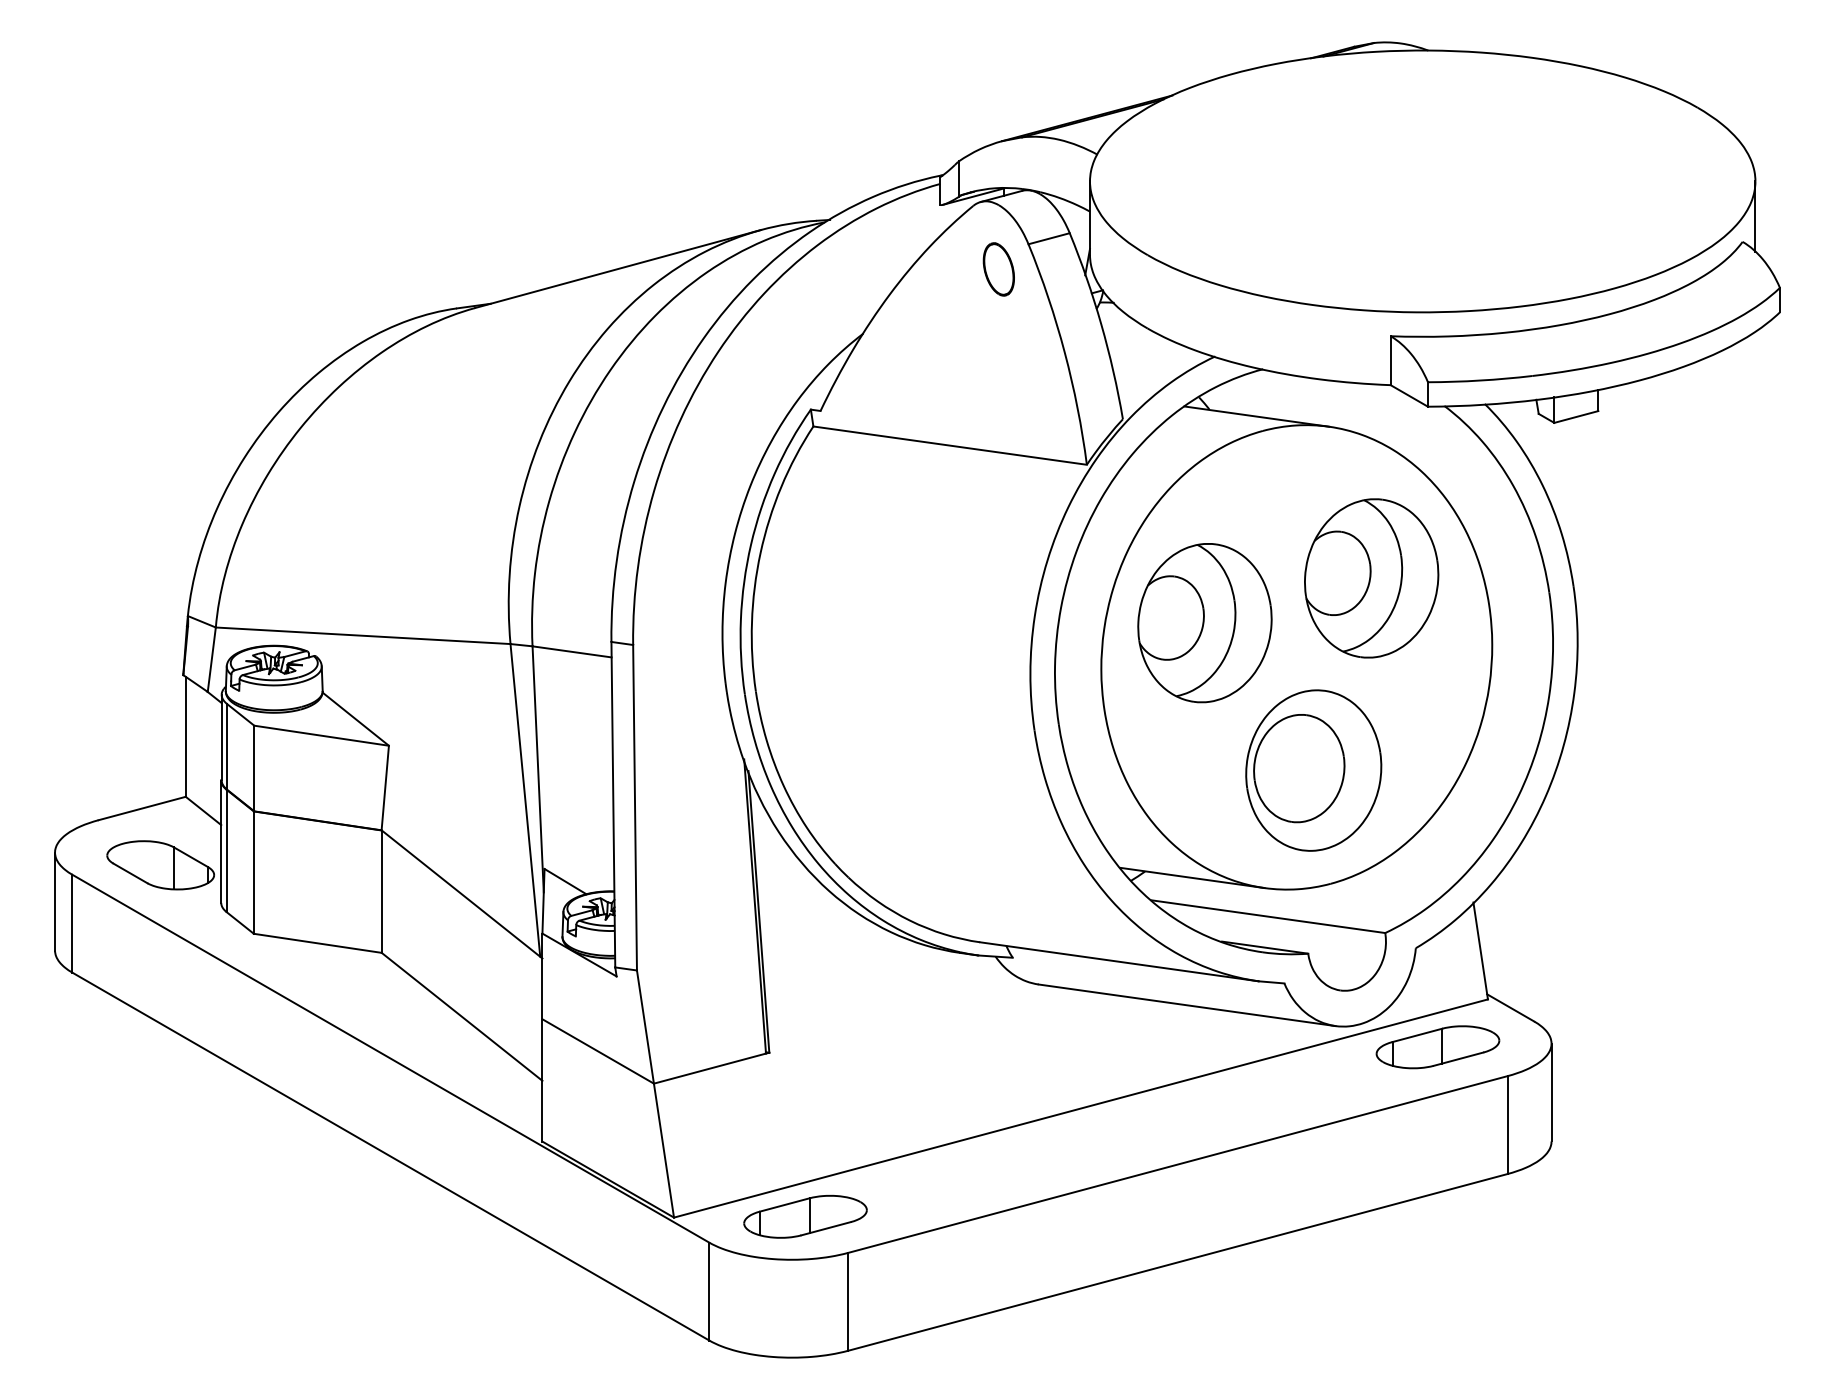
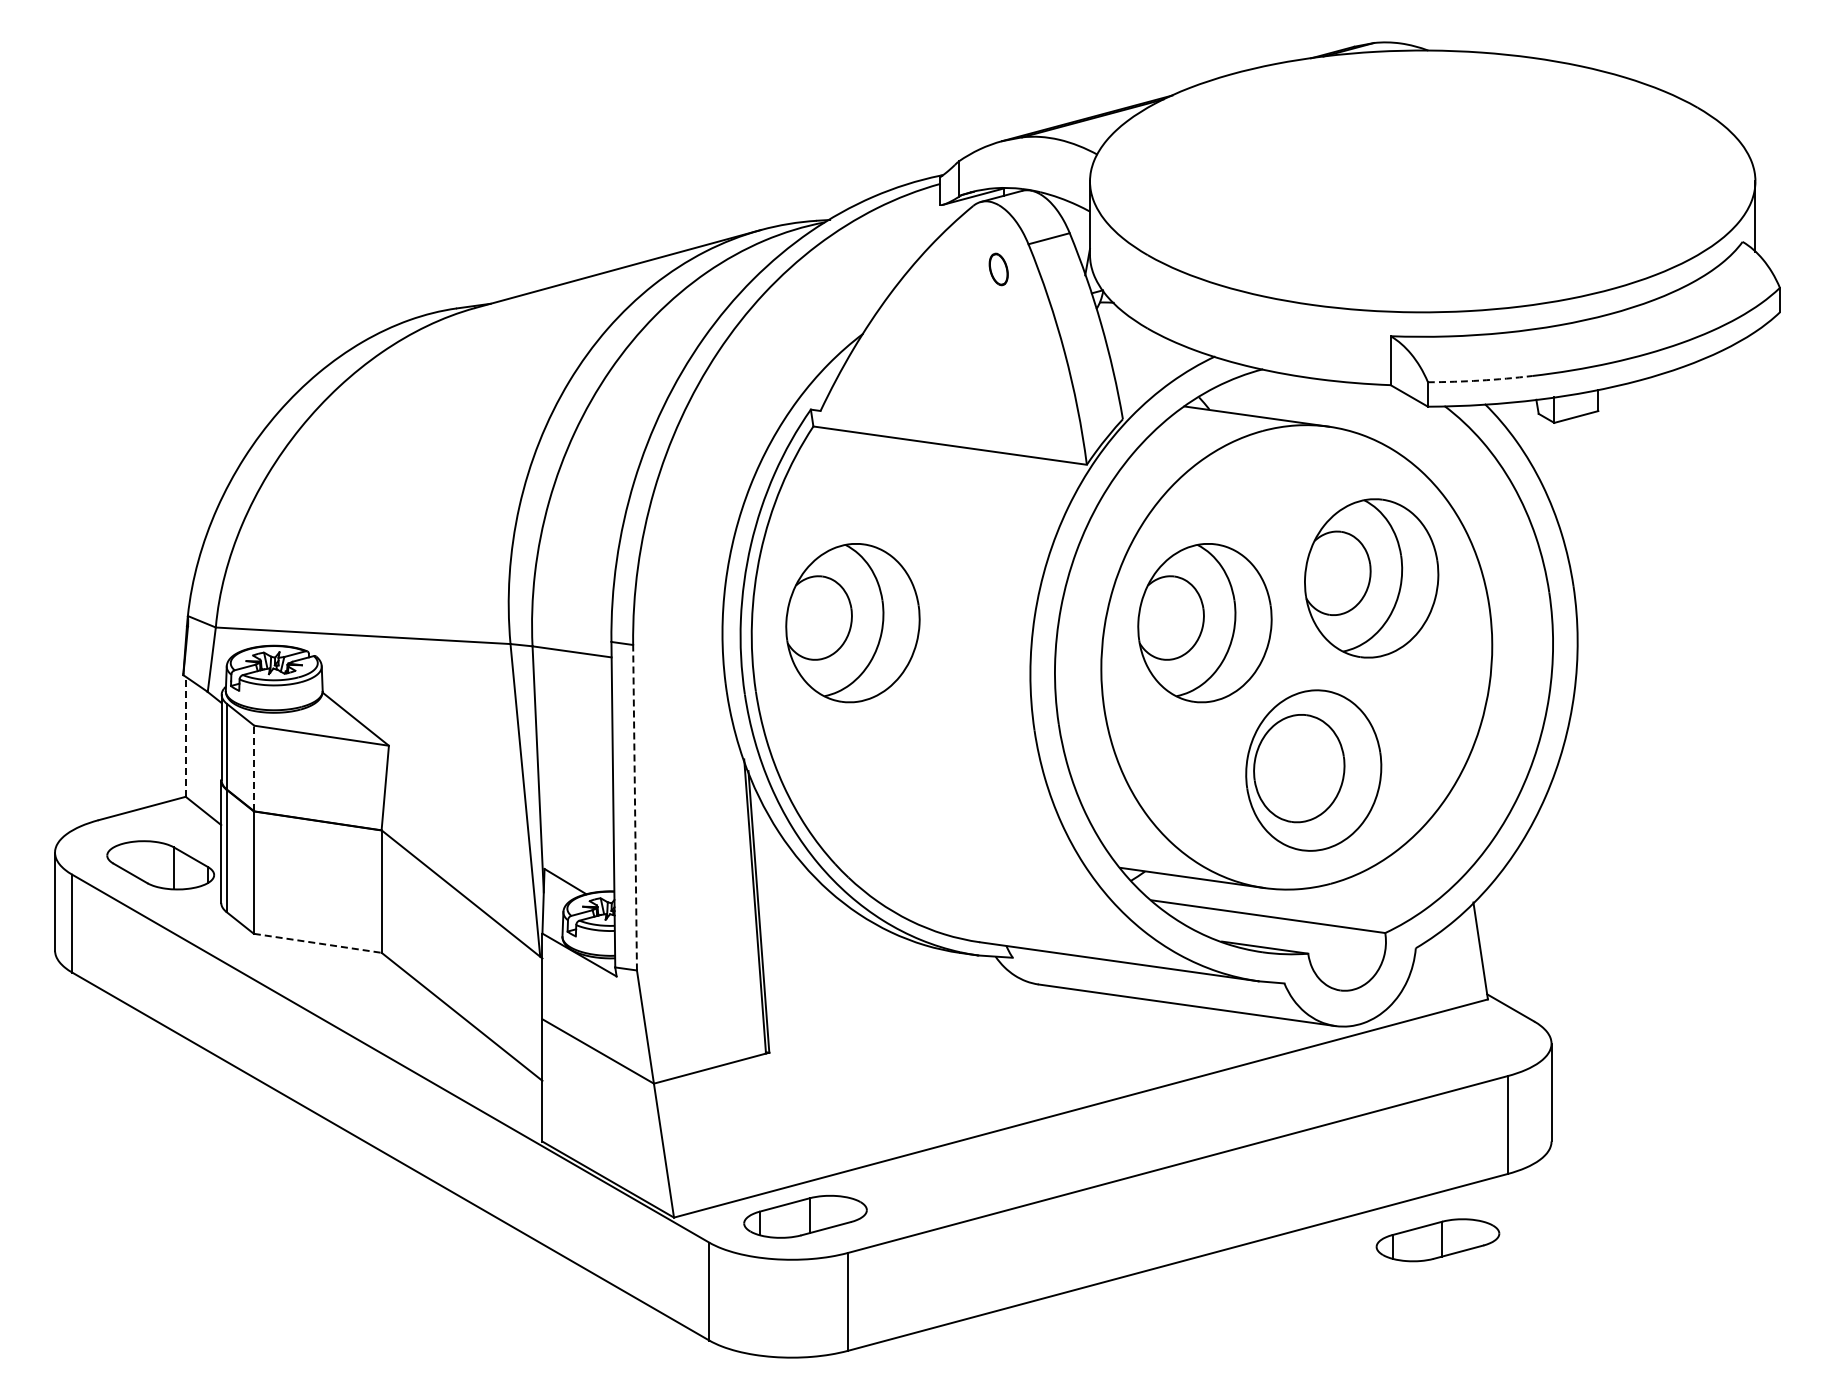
part at (998, 269) size: 33x55 px -> 21x35 px
arc at (1480, 380): solid -> dashed
part at (852, 623): none -> present
line at (185, 736): solid -> dashed
line at (254, 768): solid -> dashed
line at (635, 807): solid -> dashed
line at (317, 943): solid -> dashed
part at (1437, 1047) position: (1437, 1047) -> (1437, 1240)
